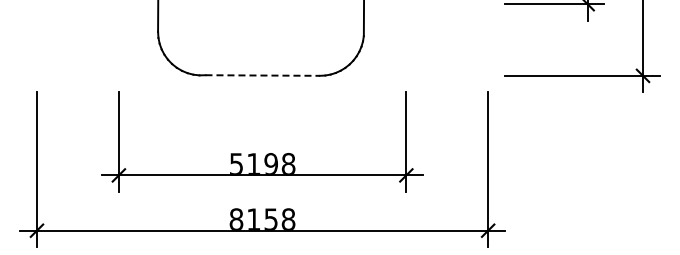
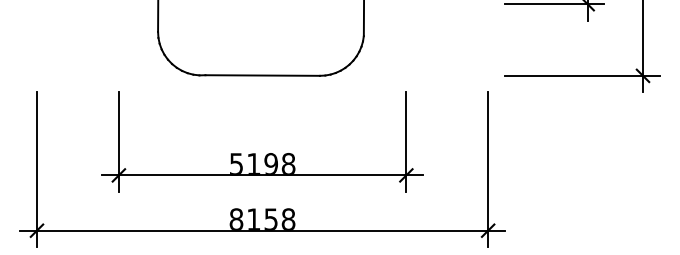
line at (263, 75): dashed -> solid
